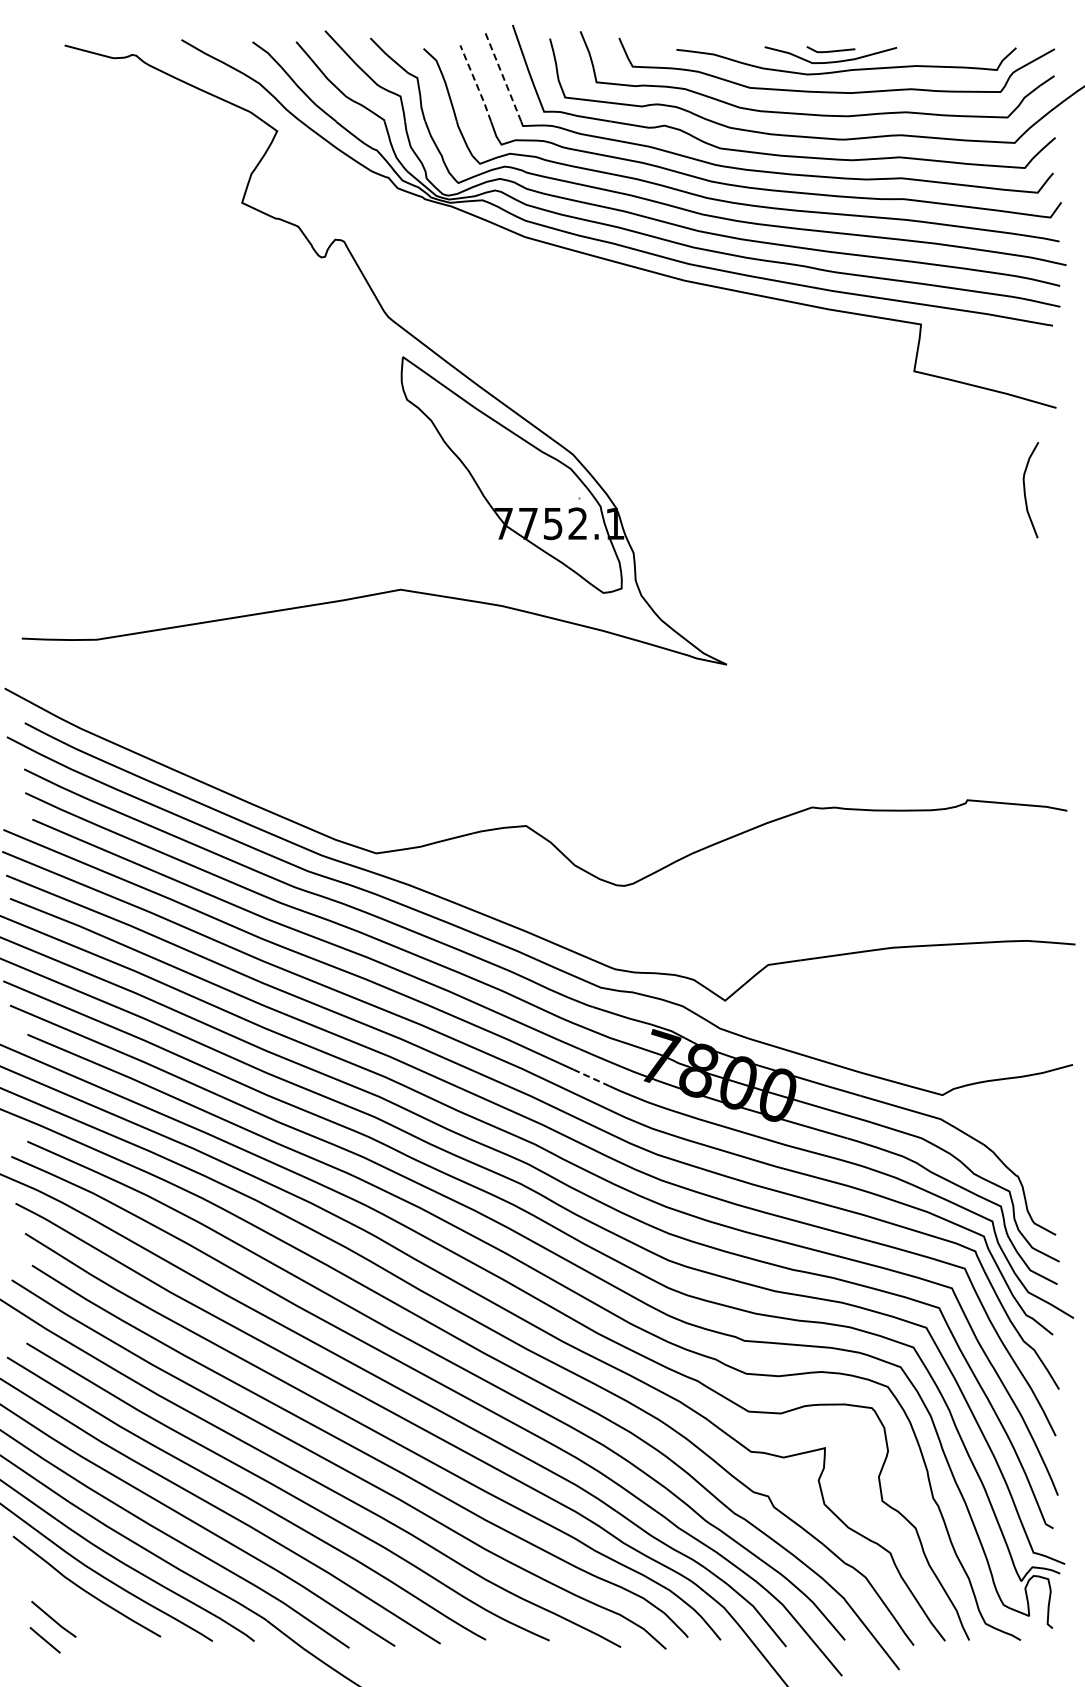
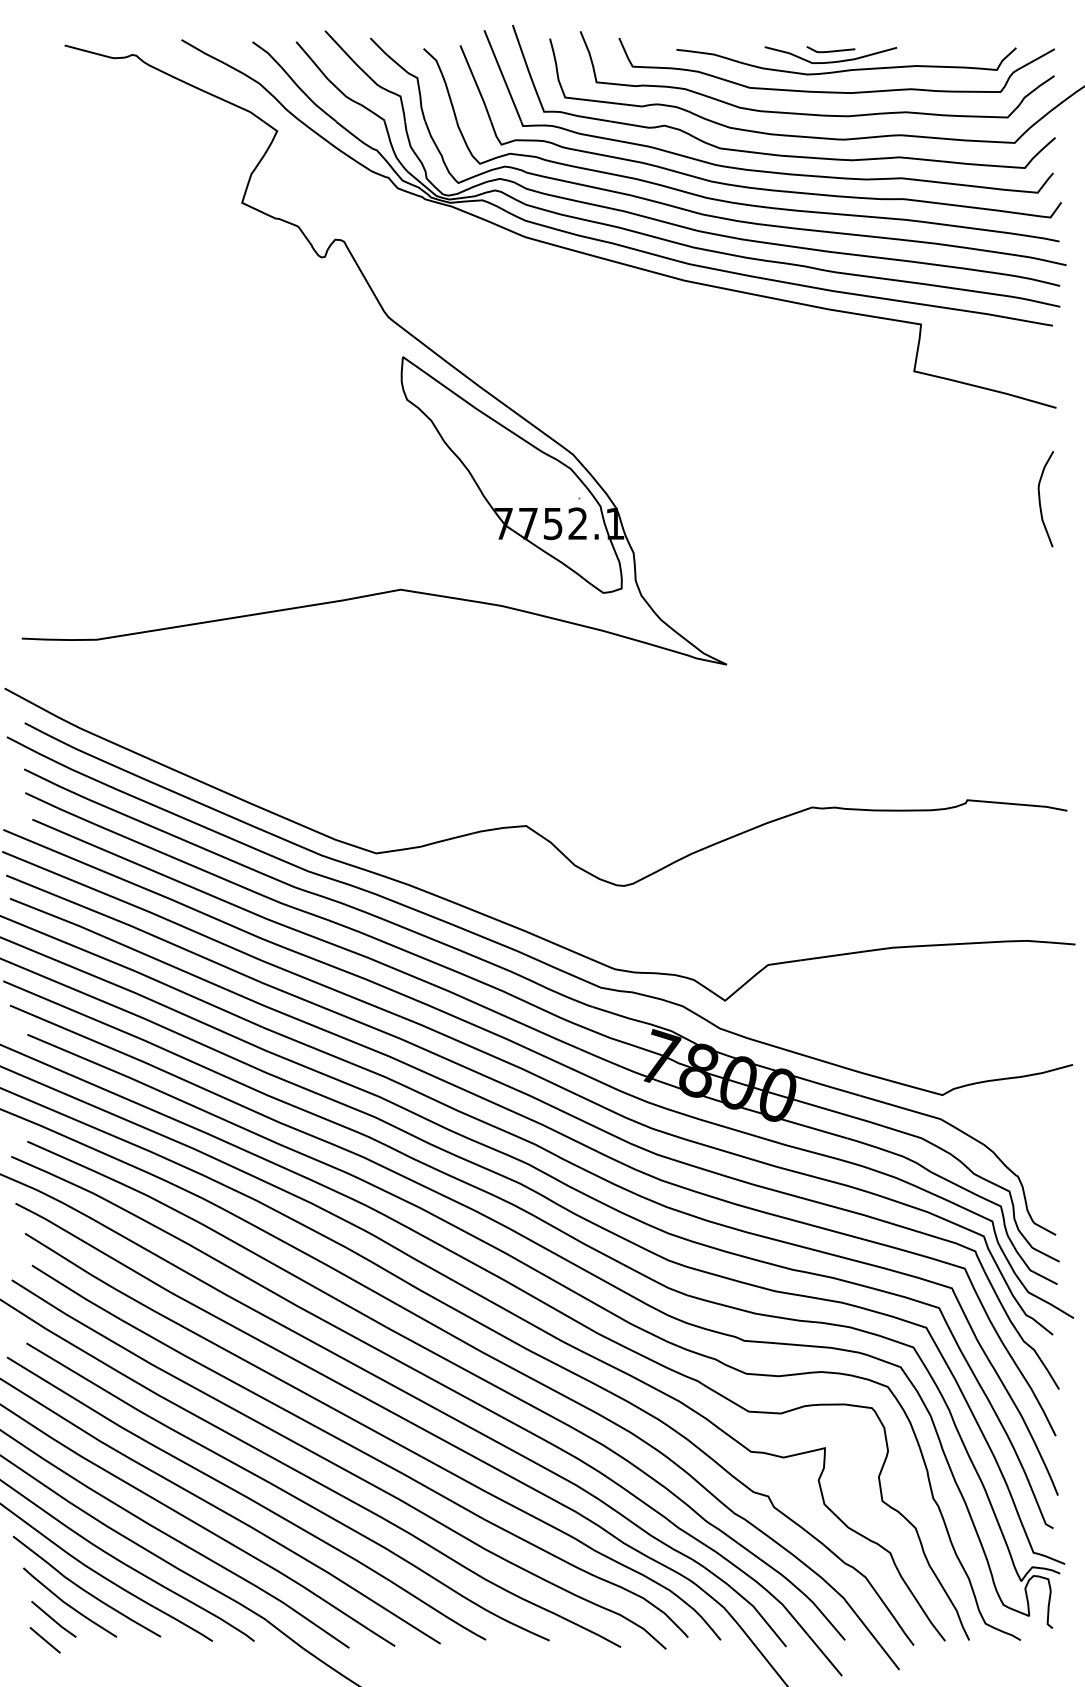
line at (502, 76): dashed -> solid
line at (476, 83): dashed -> solid
curve at (1025, 490) position: (1025, 490) -> (1040, 499)
line at (591, 1077): dashed -> solid
curve at (69, 1604): none -> present
